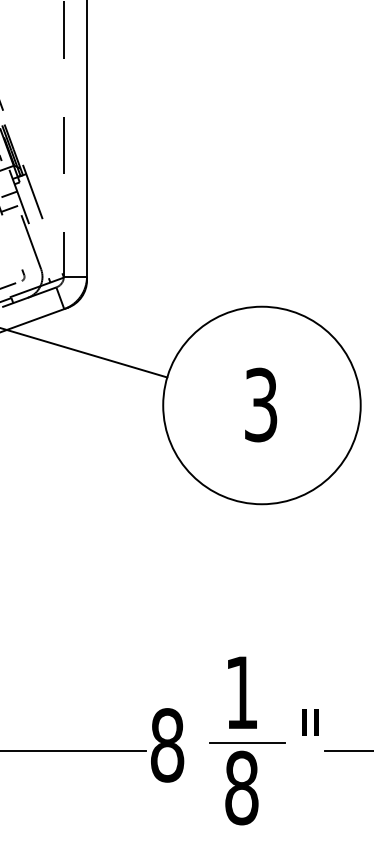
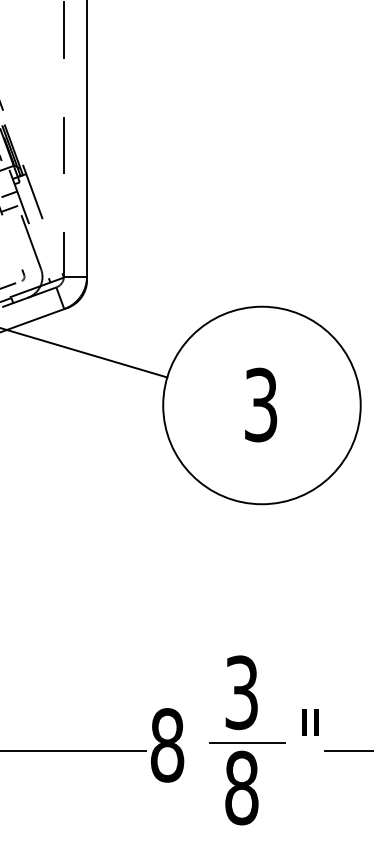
text at (241, 692): 1 -> 3
